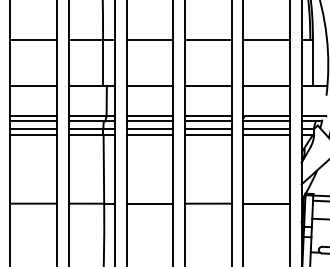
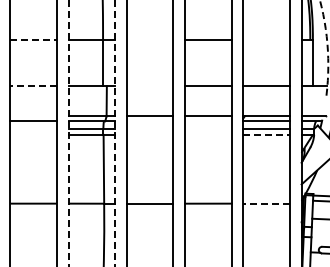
line at (34, 39): solid -> dashed
line at (149, 39): present -> none
line at (266, 39): present -> none
arc at (327, 47): solid -> dashed
line at (33, 86): solid -> dashed
line at (149, 86): present -> none
line at (33, 116): present -> none
line at (149, 121): present -> none
line at (208, 121): present -> none
line at (33, 128): present -> none
line at (149, 128): present -> none
line at (208, 128): present -> none
line at (68, 133): solid -> dashed
line at (115, 133): solid -> dashed
line at (33, 134): present -> none
line at (149, 134): present -> none
line at (208, 134): present -> none
line at (267, 134): solid -> dashed
line at (266, 203): solid -> dashed
